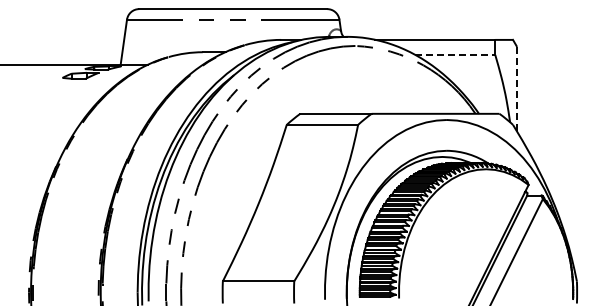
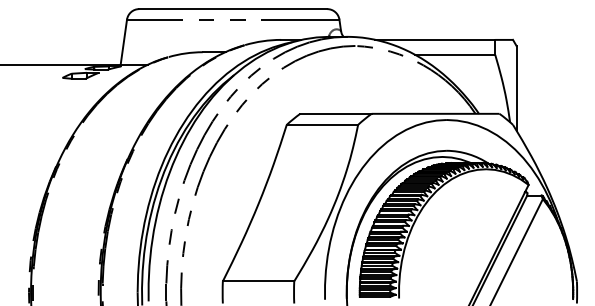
line at (455, 54): dashed -> solid
line at (516, 87): dashed -> solid
